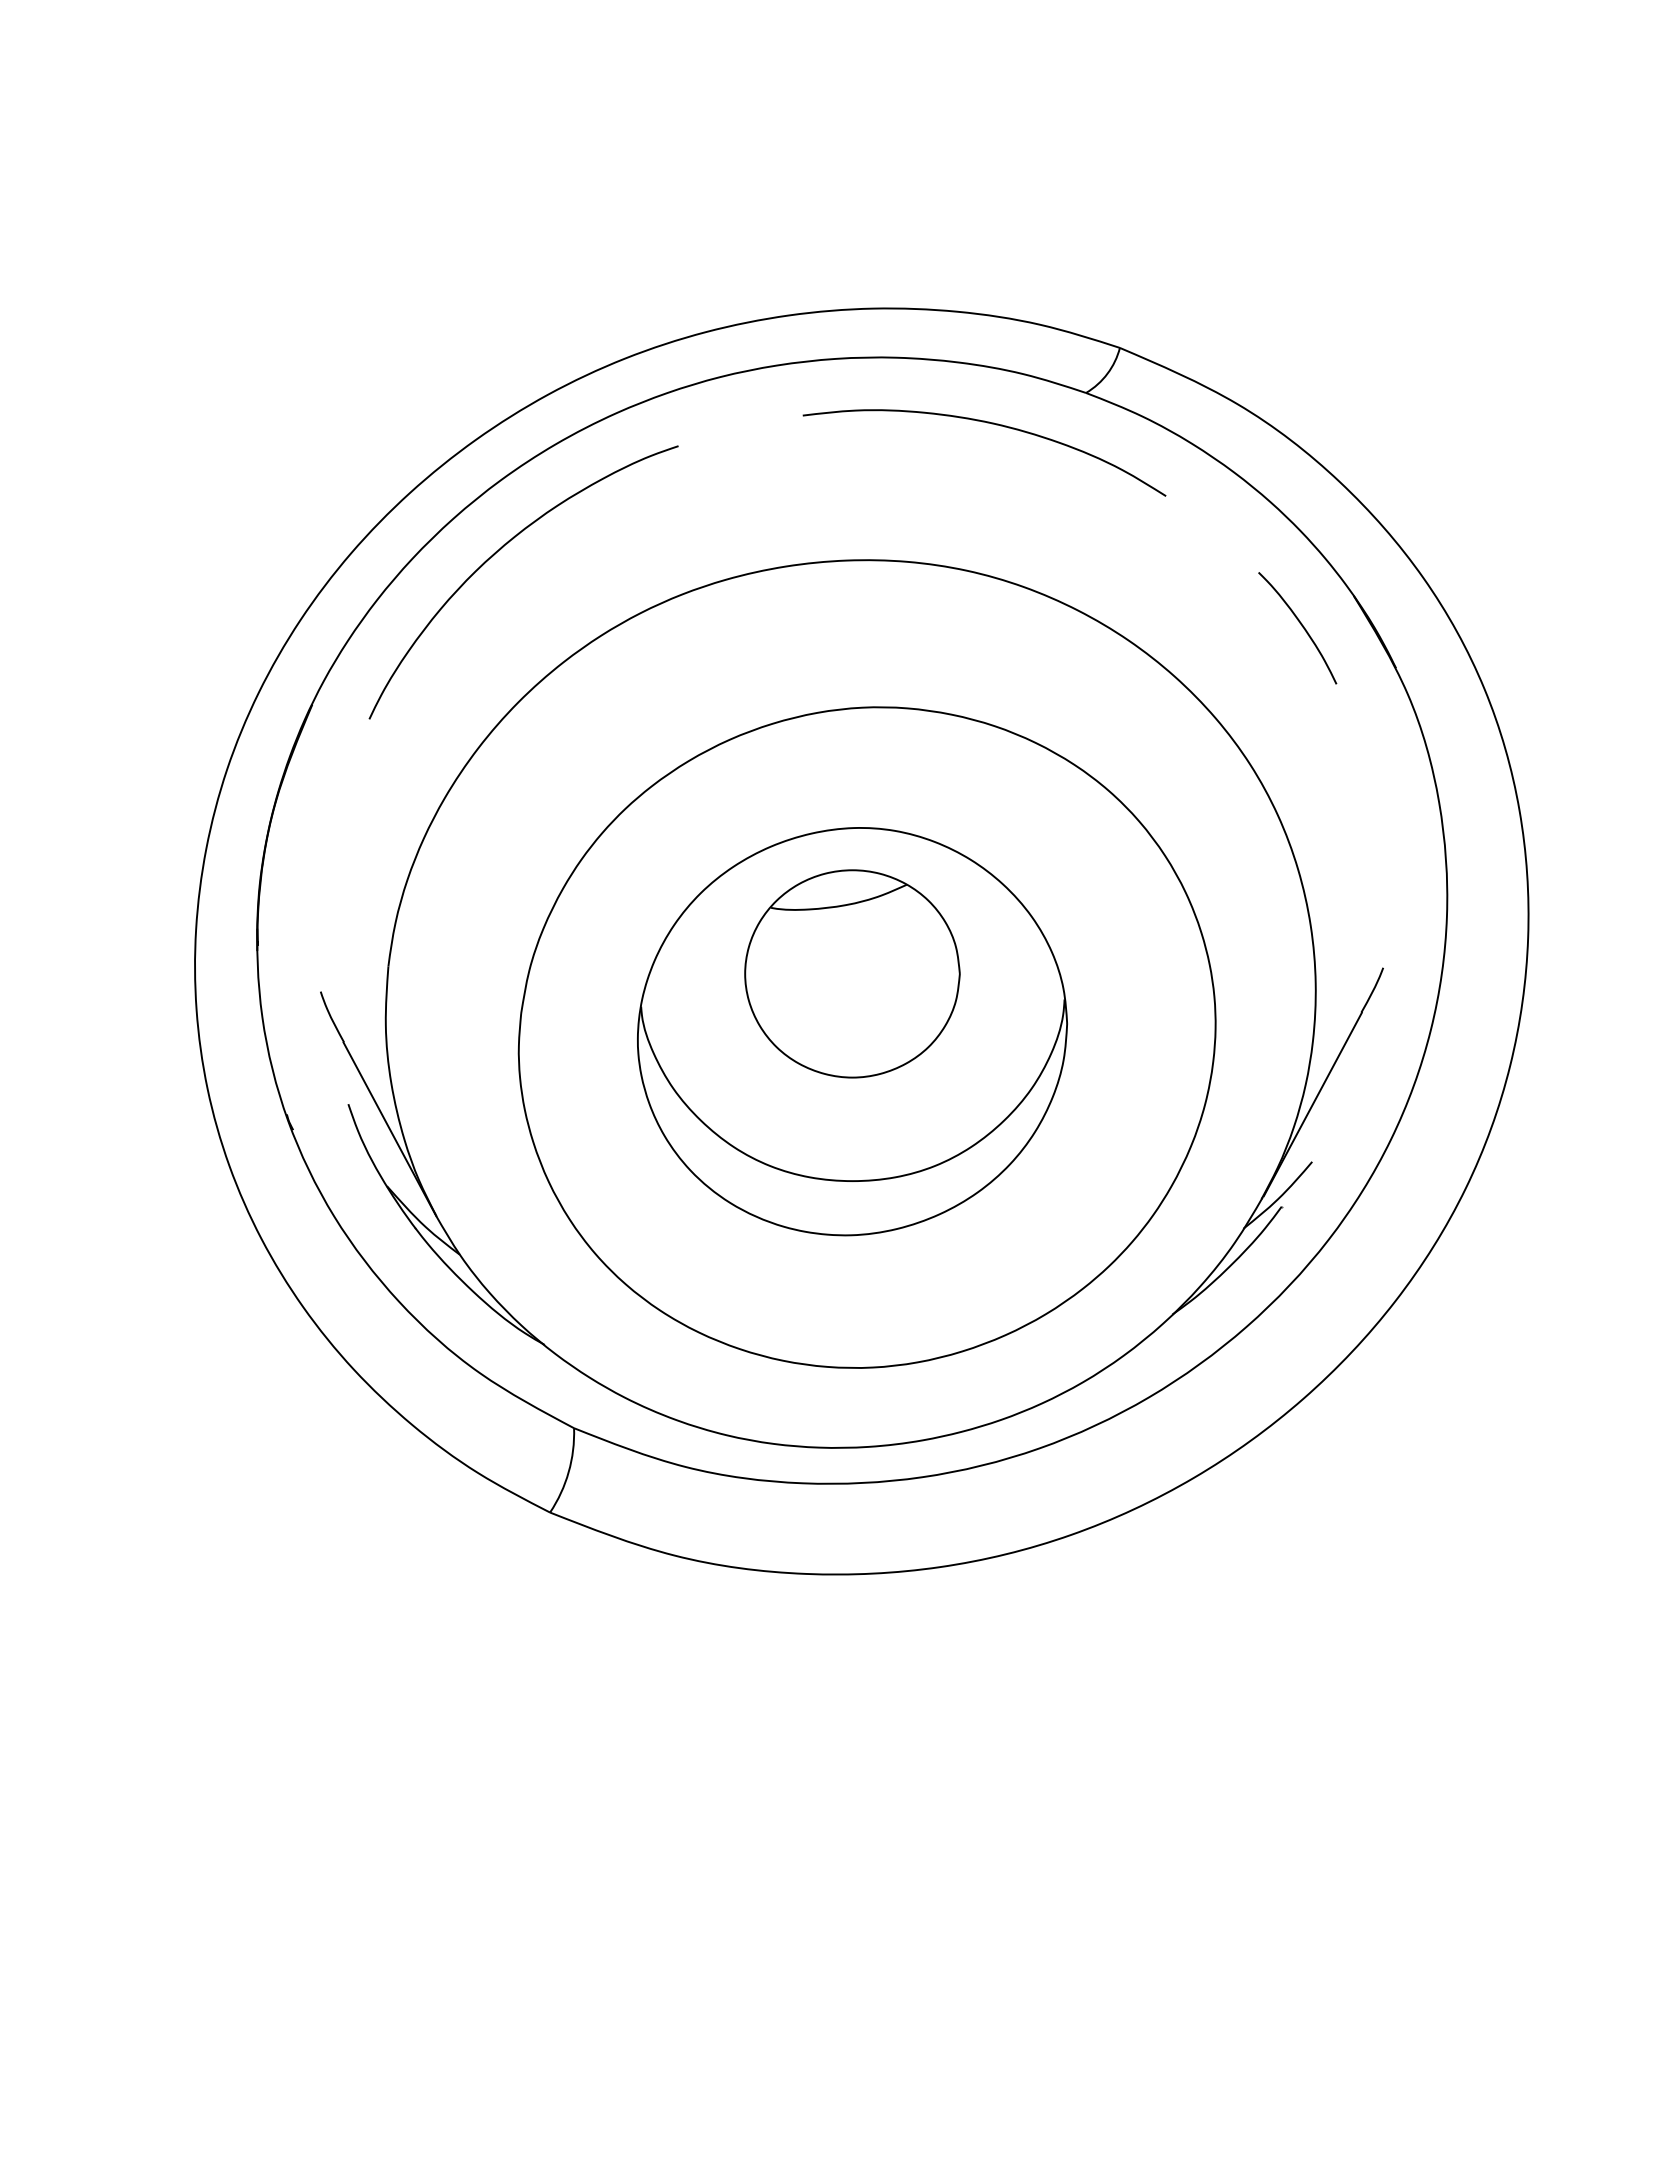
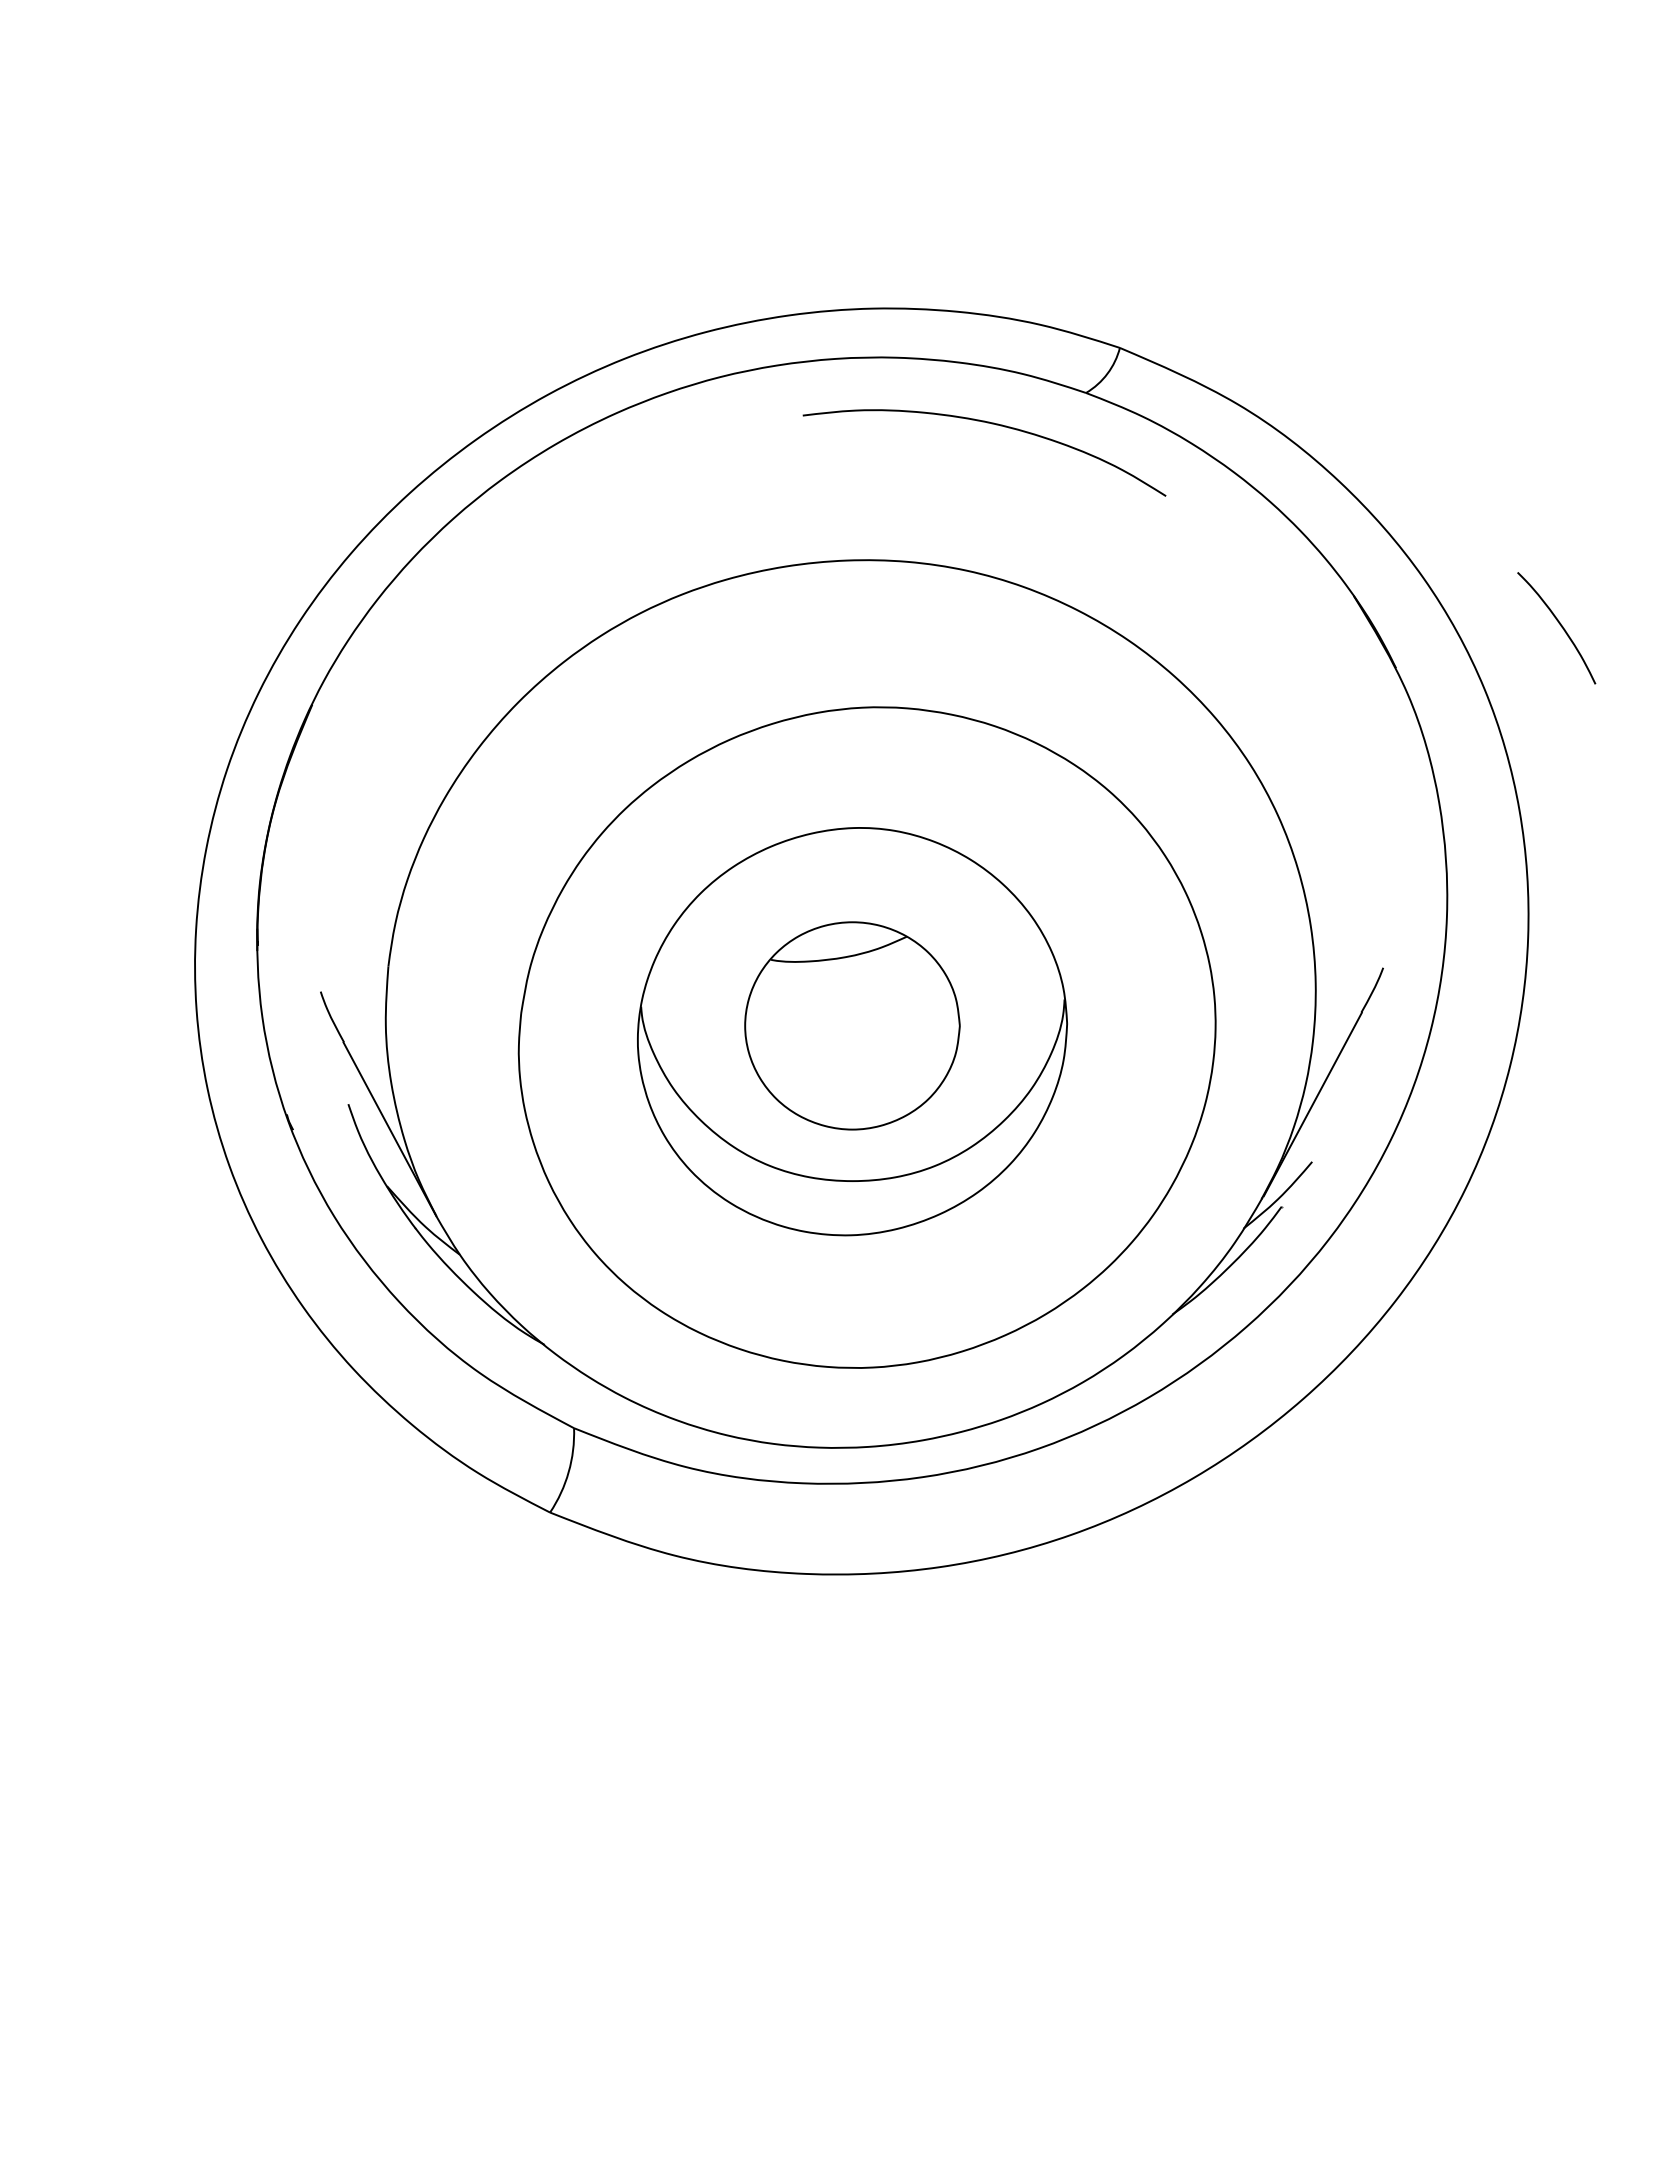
curve at (500, 550): present -> none
curve at (1301, 626) position: (1301, 626) -> (1560, 626)
part at (852, 973) position: (852, 973) -> (852, 1025)
